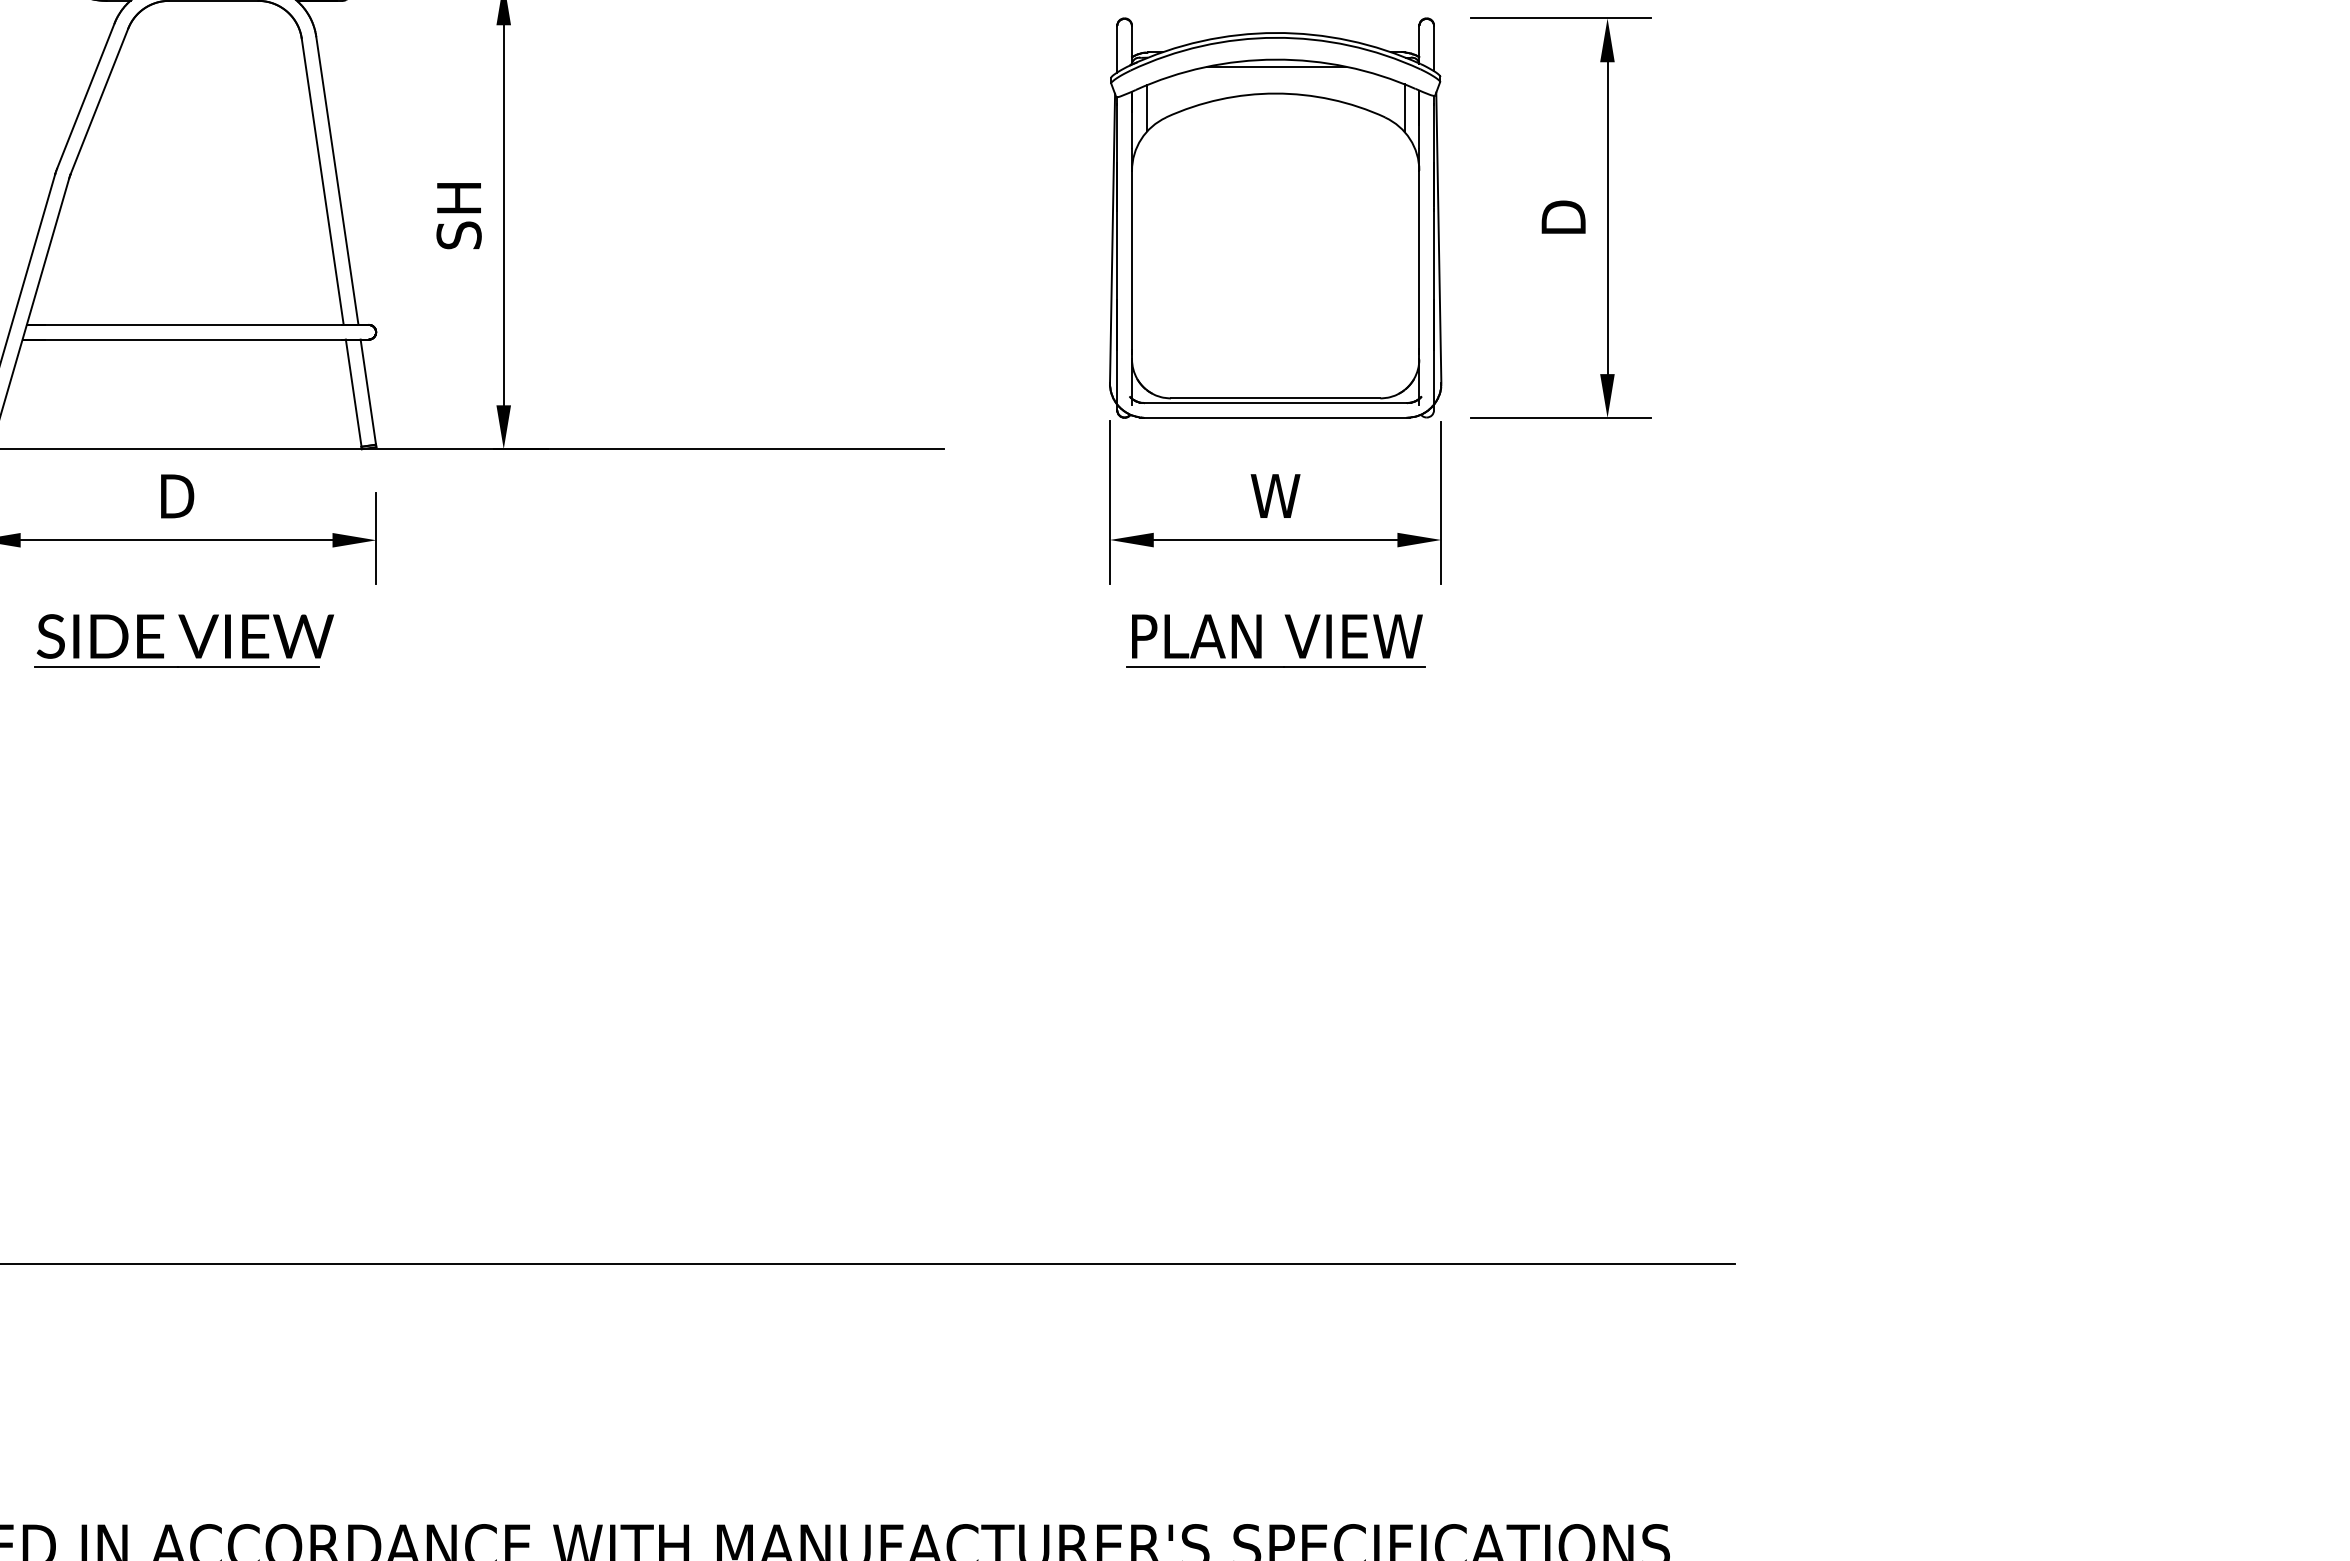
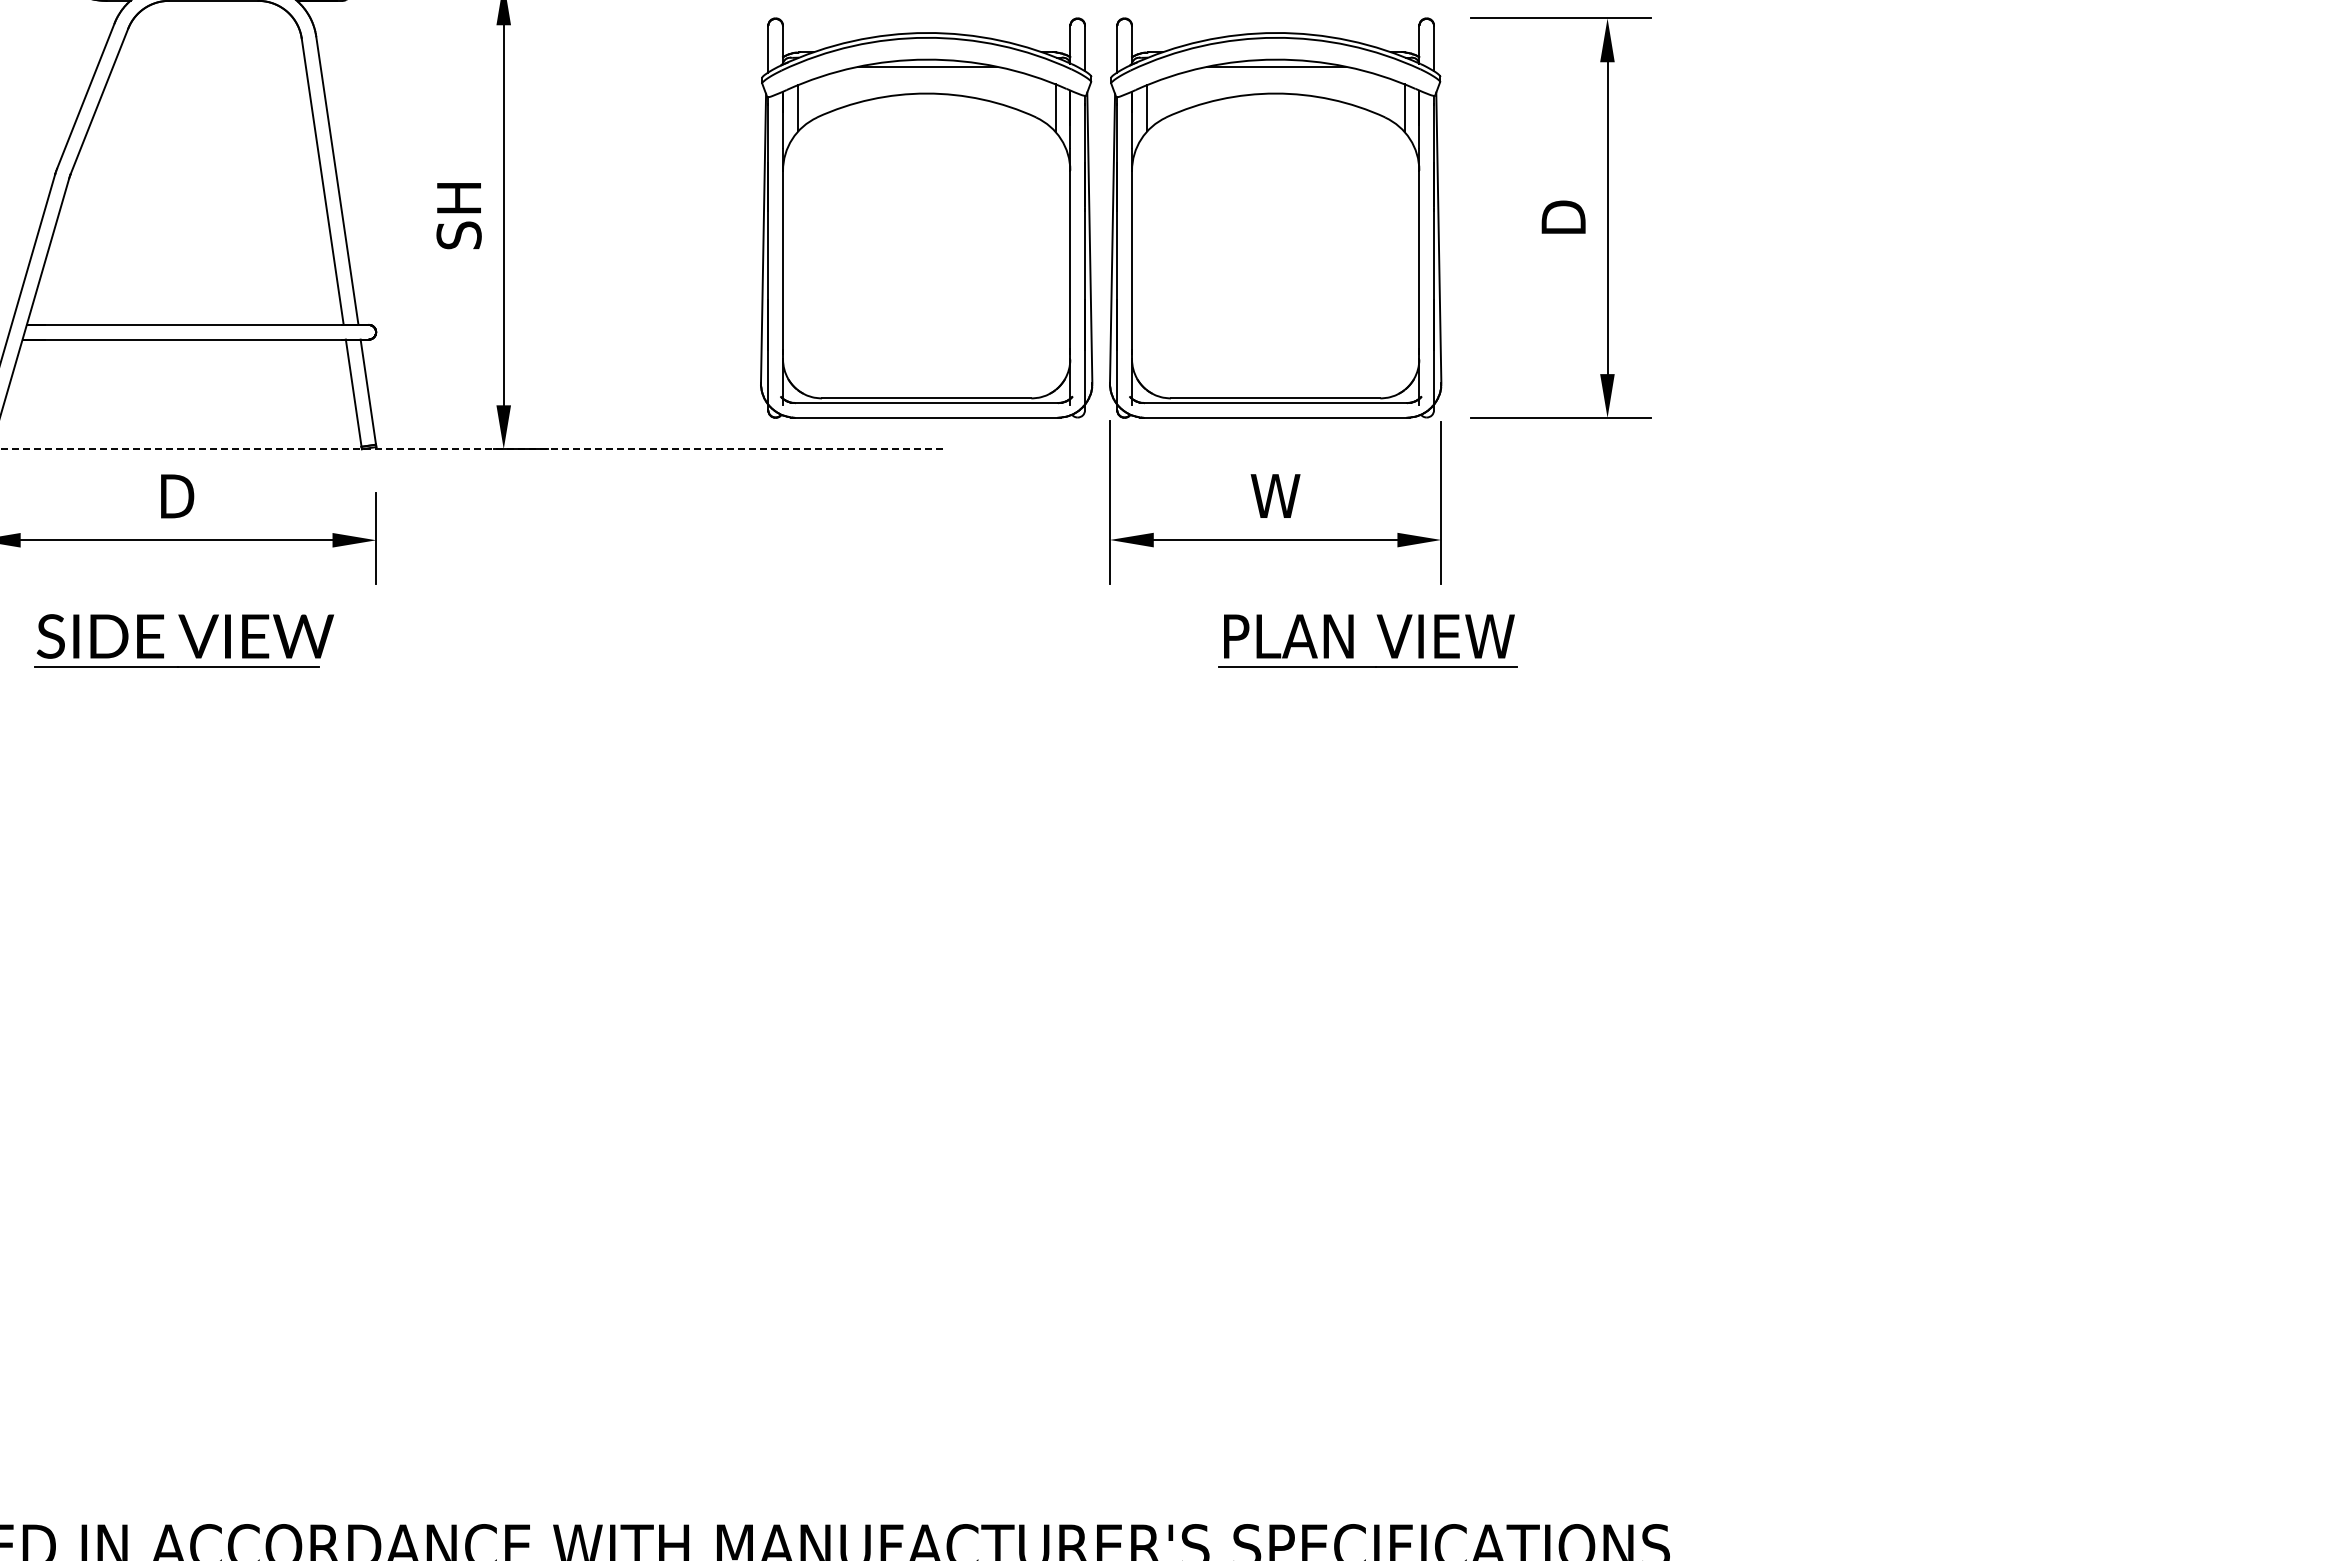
part at (926, 217): none -> present
line at (472, 449): solid -> dashed
part at (1261, 640) position: (1261, 640) -> (1353, 640)
line at (868, 1264): present -> none
